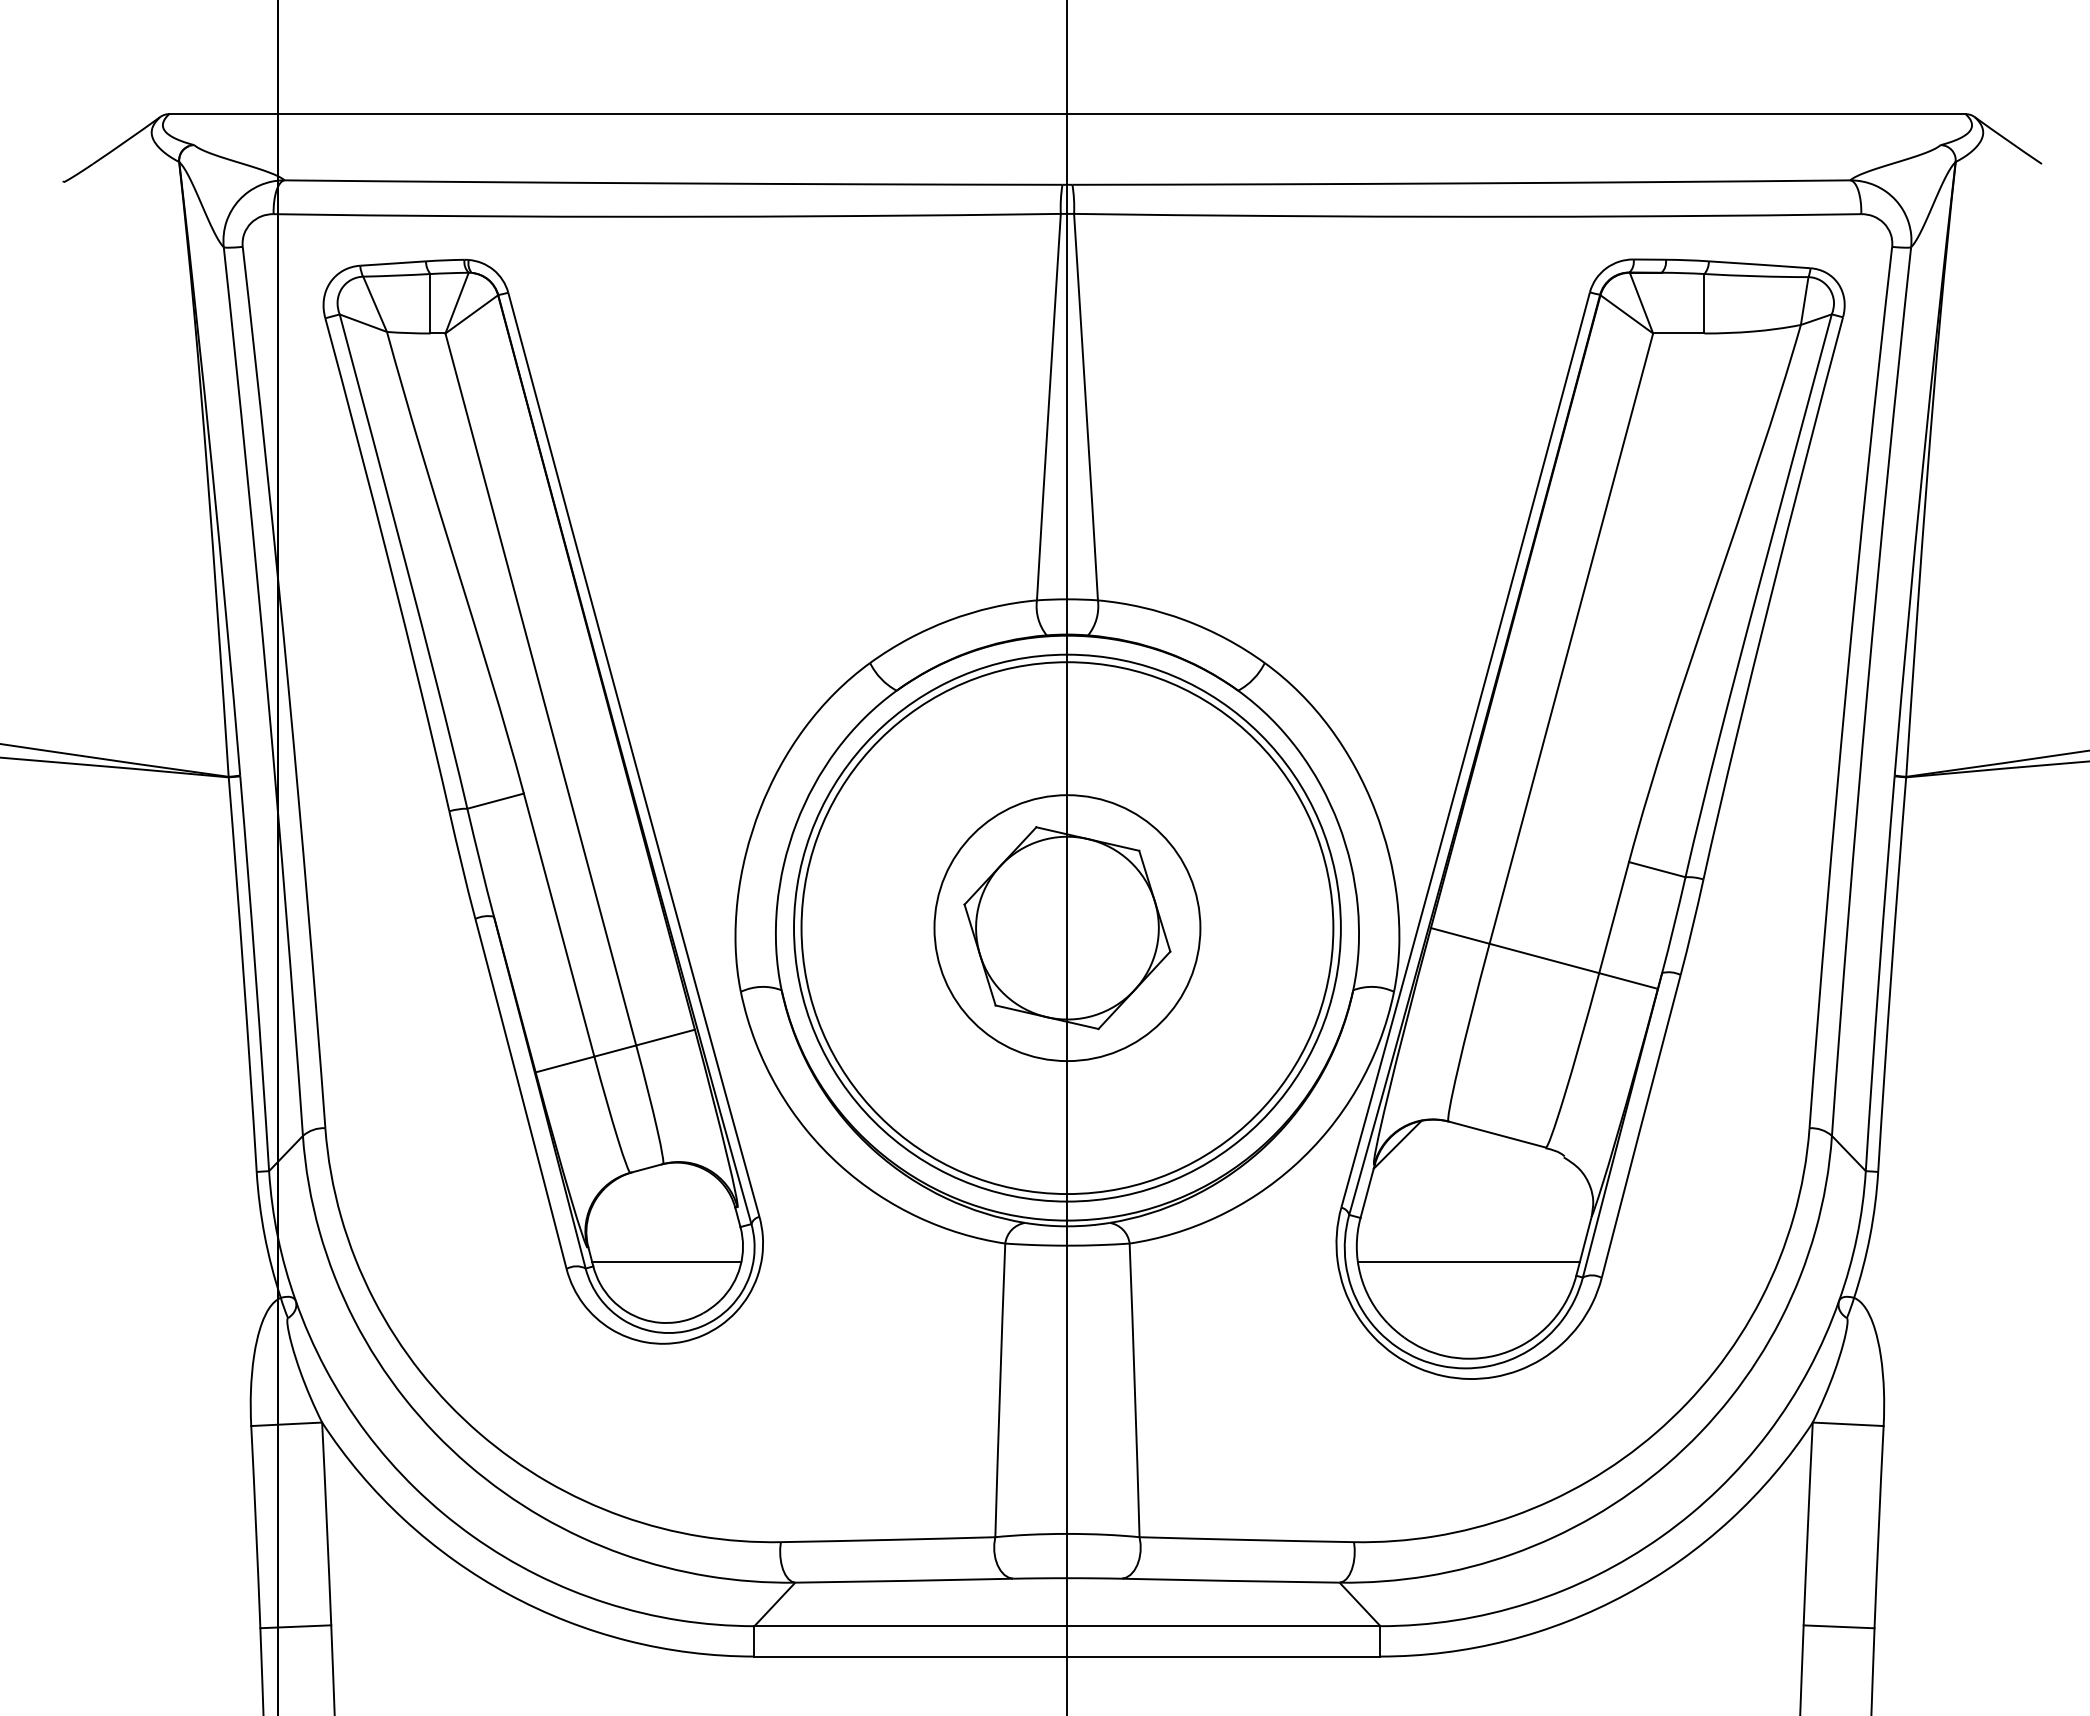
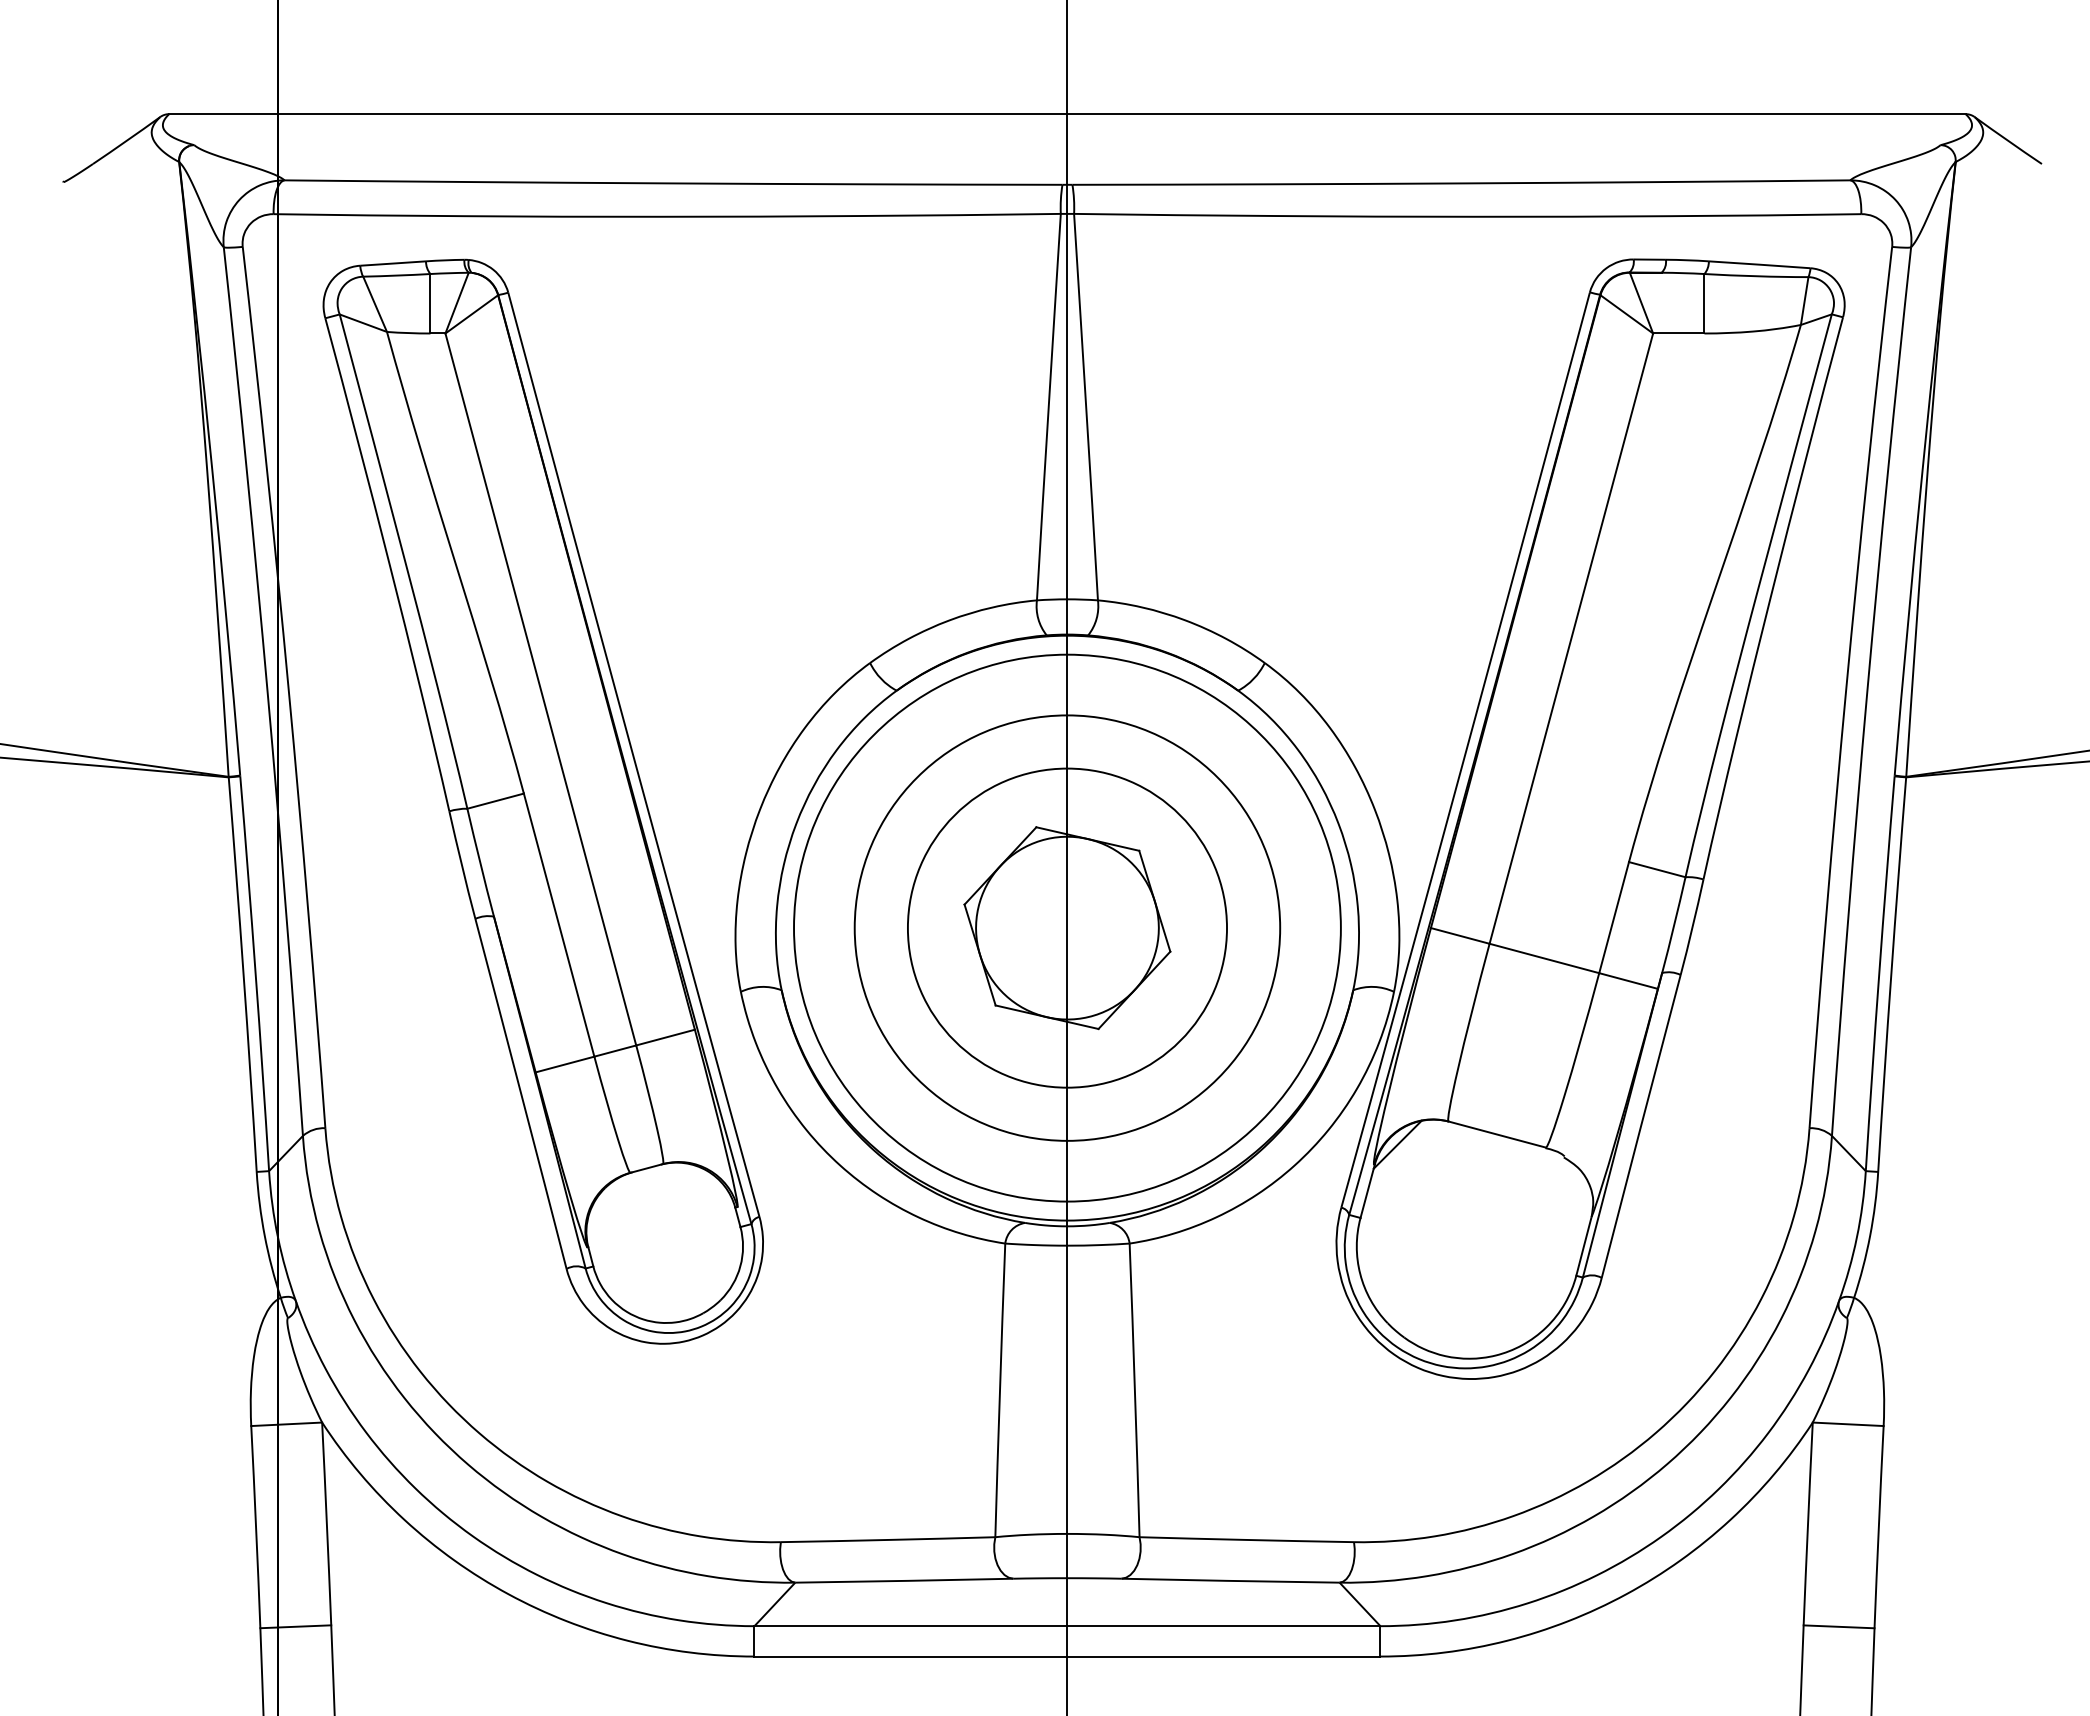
circle at (1067, 928) diameter: 266 px -> 425 px
circle at (1067, 928) diameter: 532 px -> 319 px
line at (666, 1262): present -> none
line at (1468, 1262): present -> none
